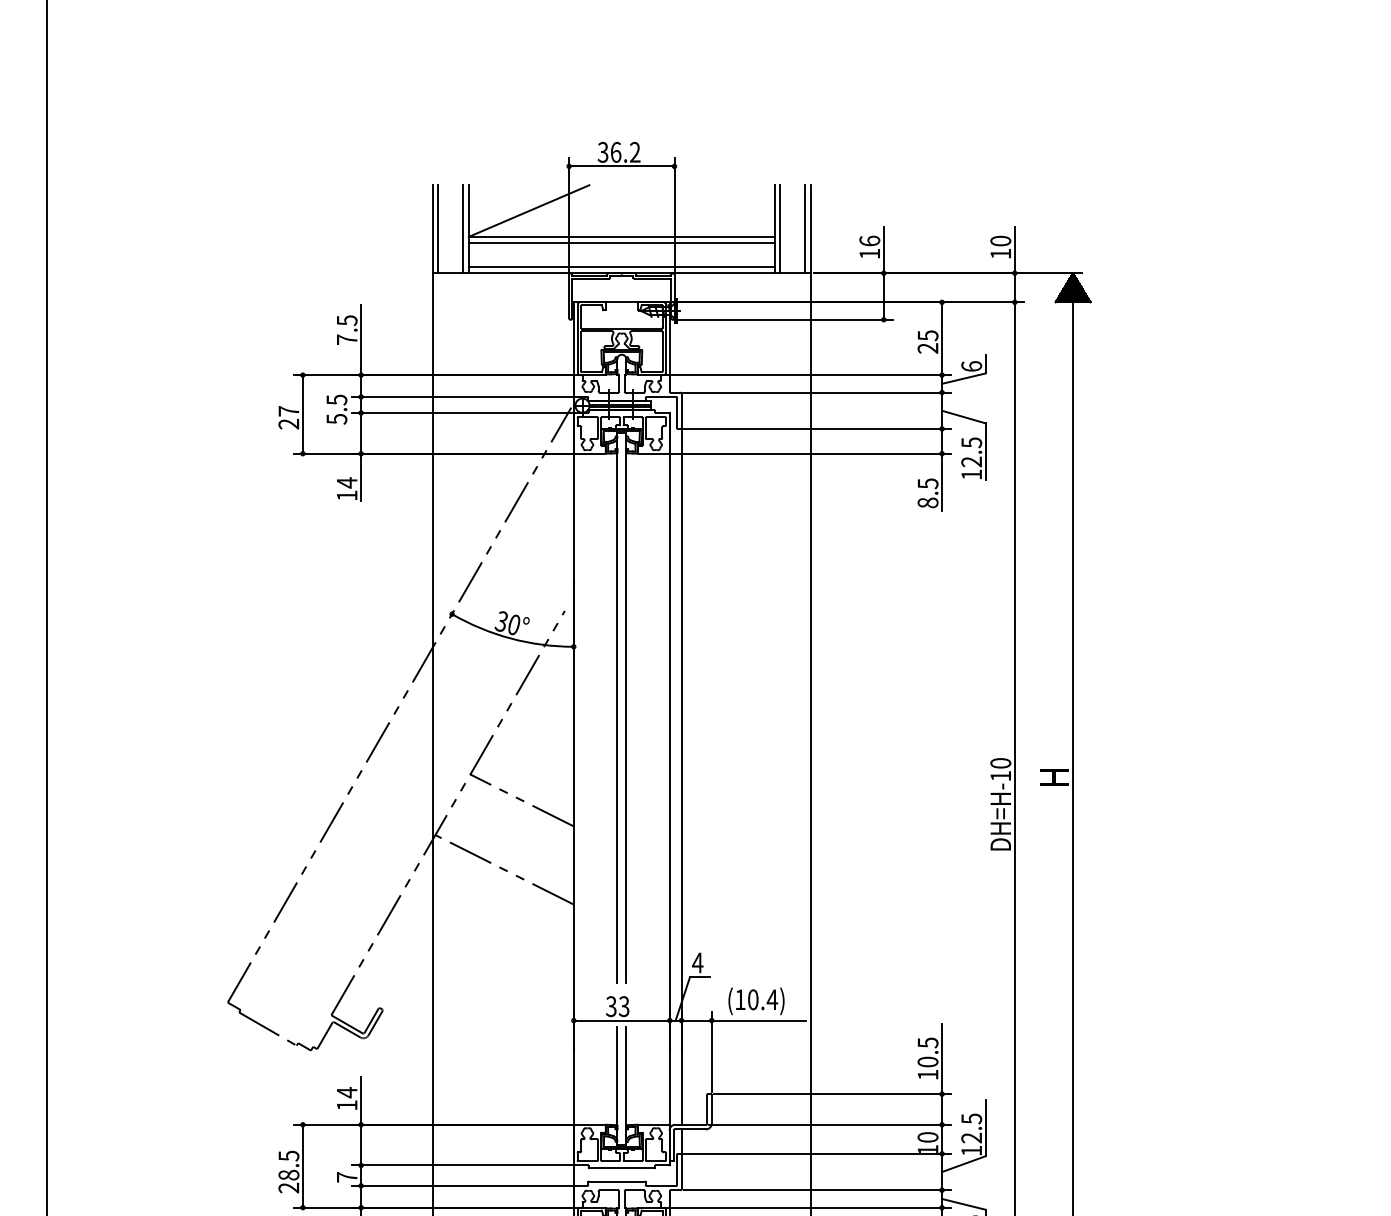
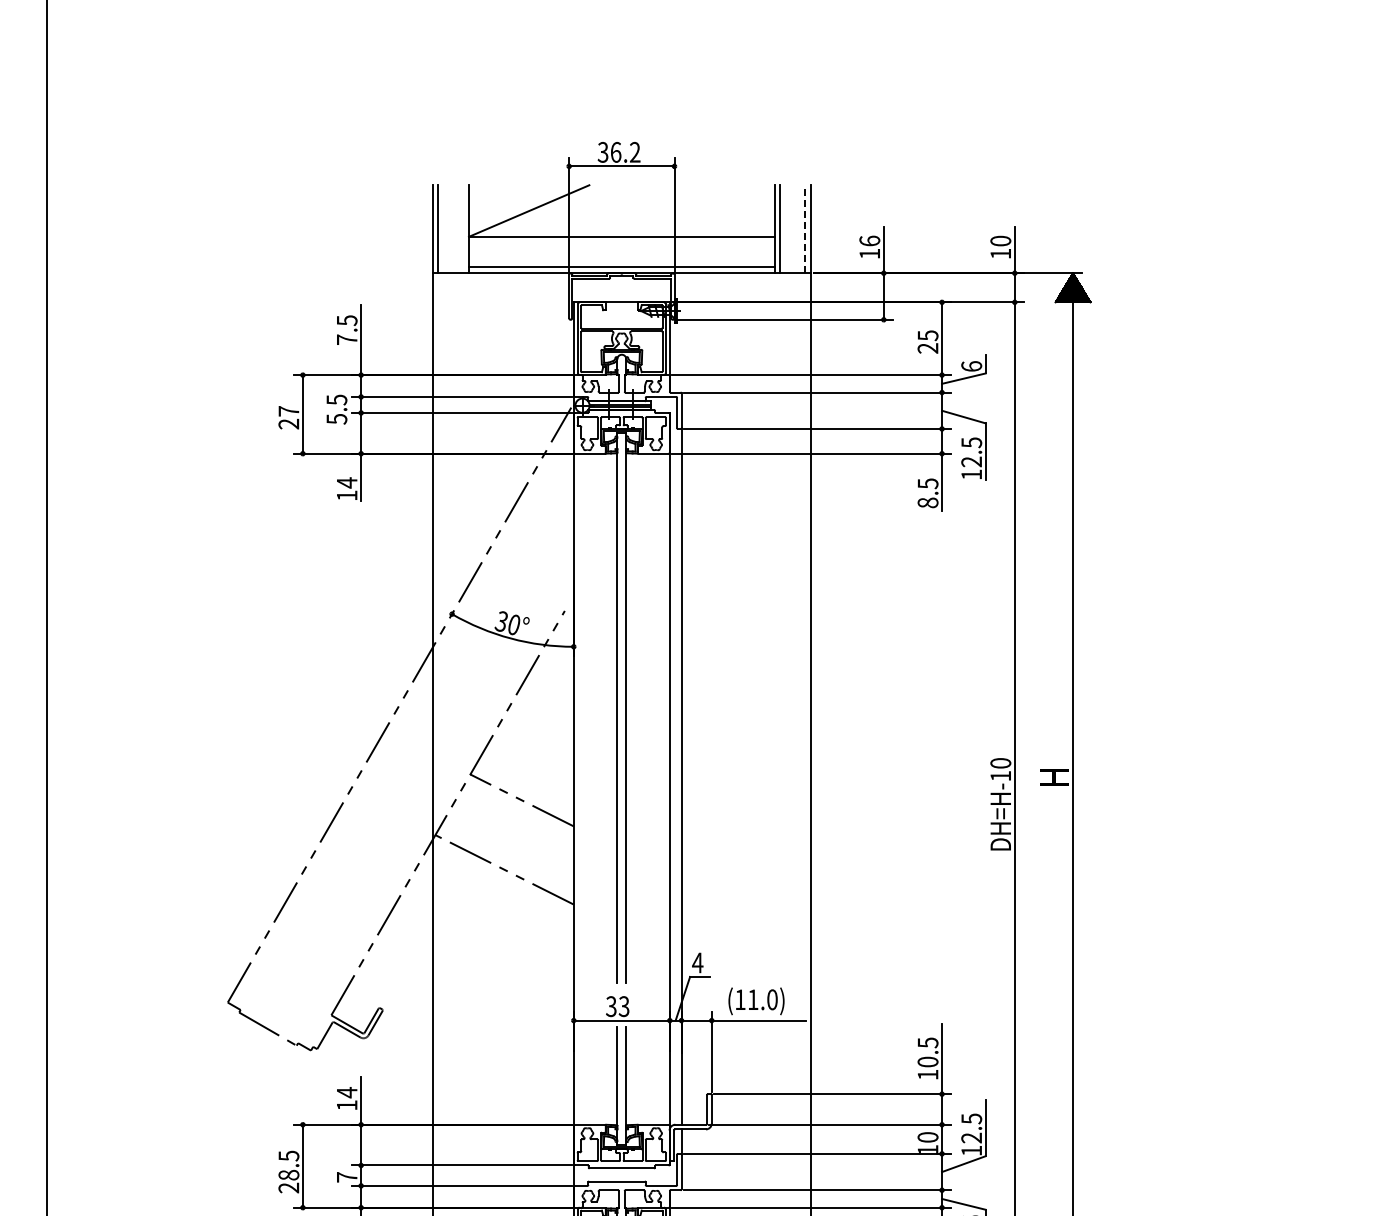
line at (463, 229): present -> none
line at (805, 229): solid -> dashed
line at (621, 242): present -> none
text at (763, 999): (10.4) -> (11.0)
